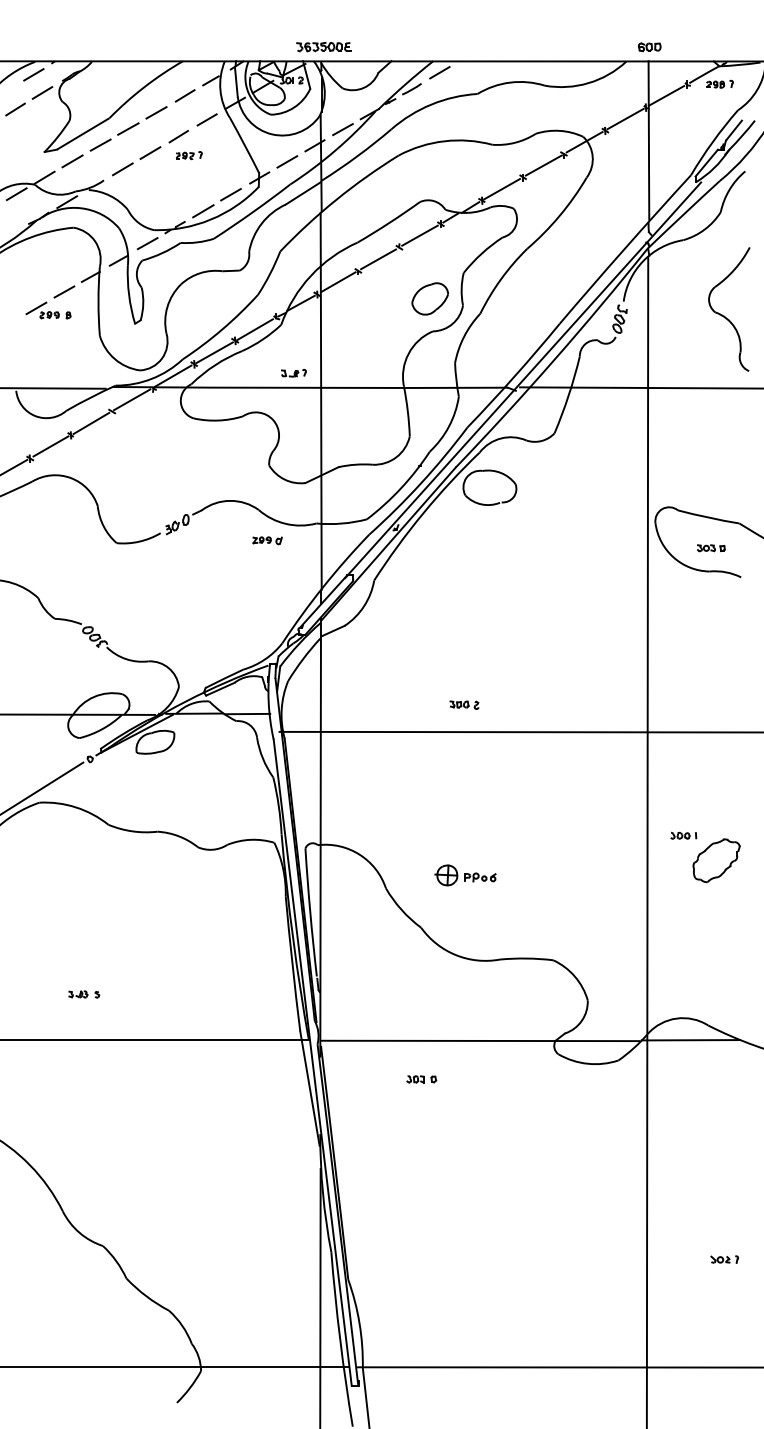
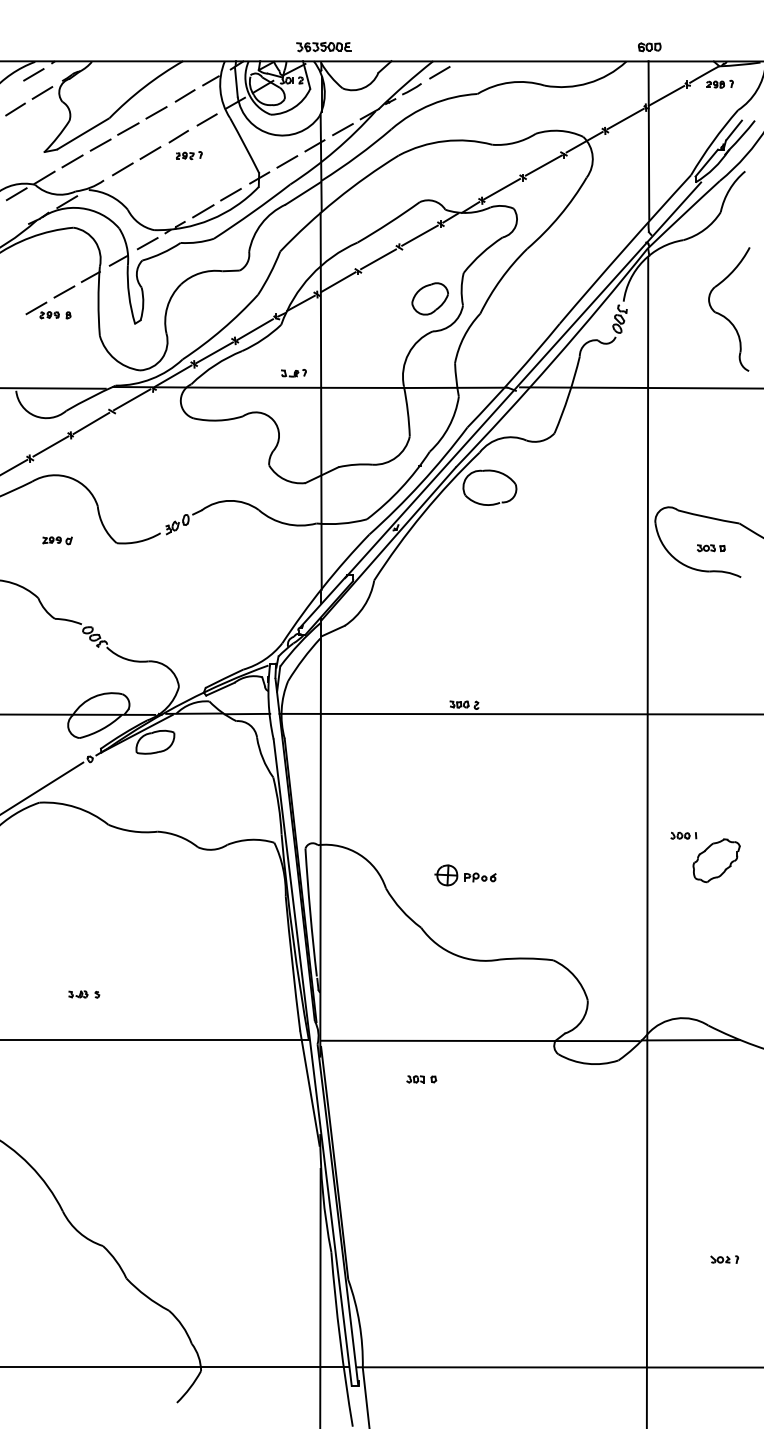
part at (267, 540) position: (267, 540) -> (57, 540)
line at (519, 731) position: (519, 731) -> (519, 713)
